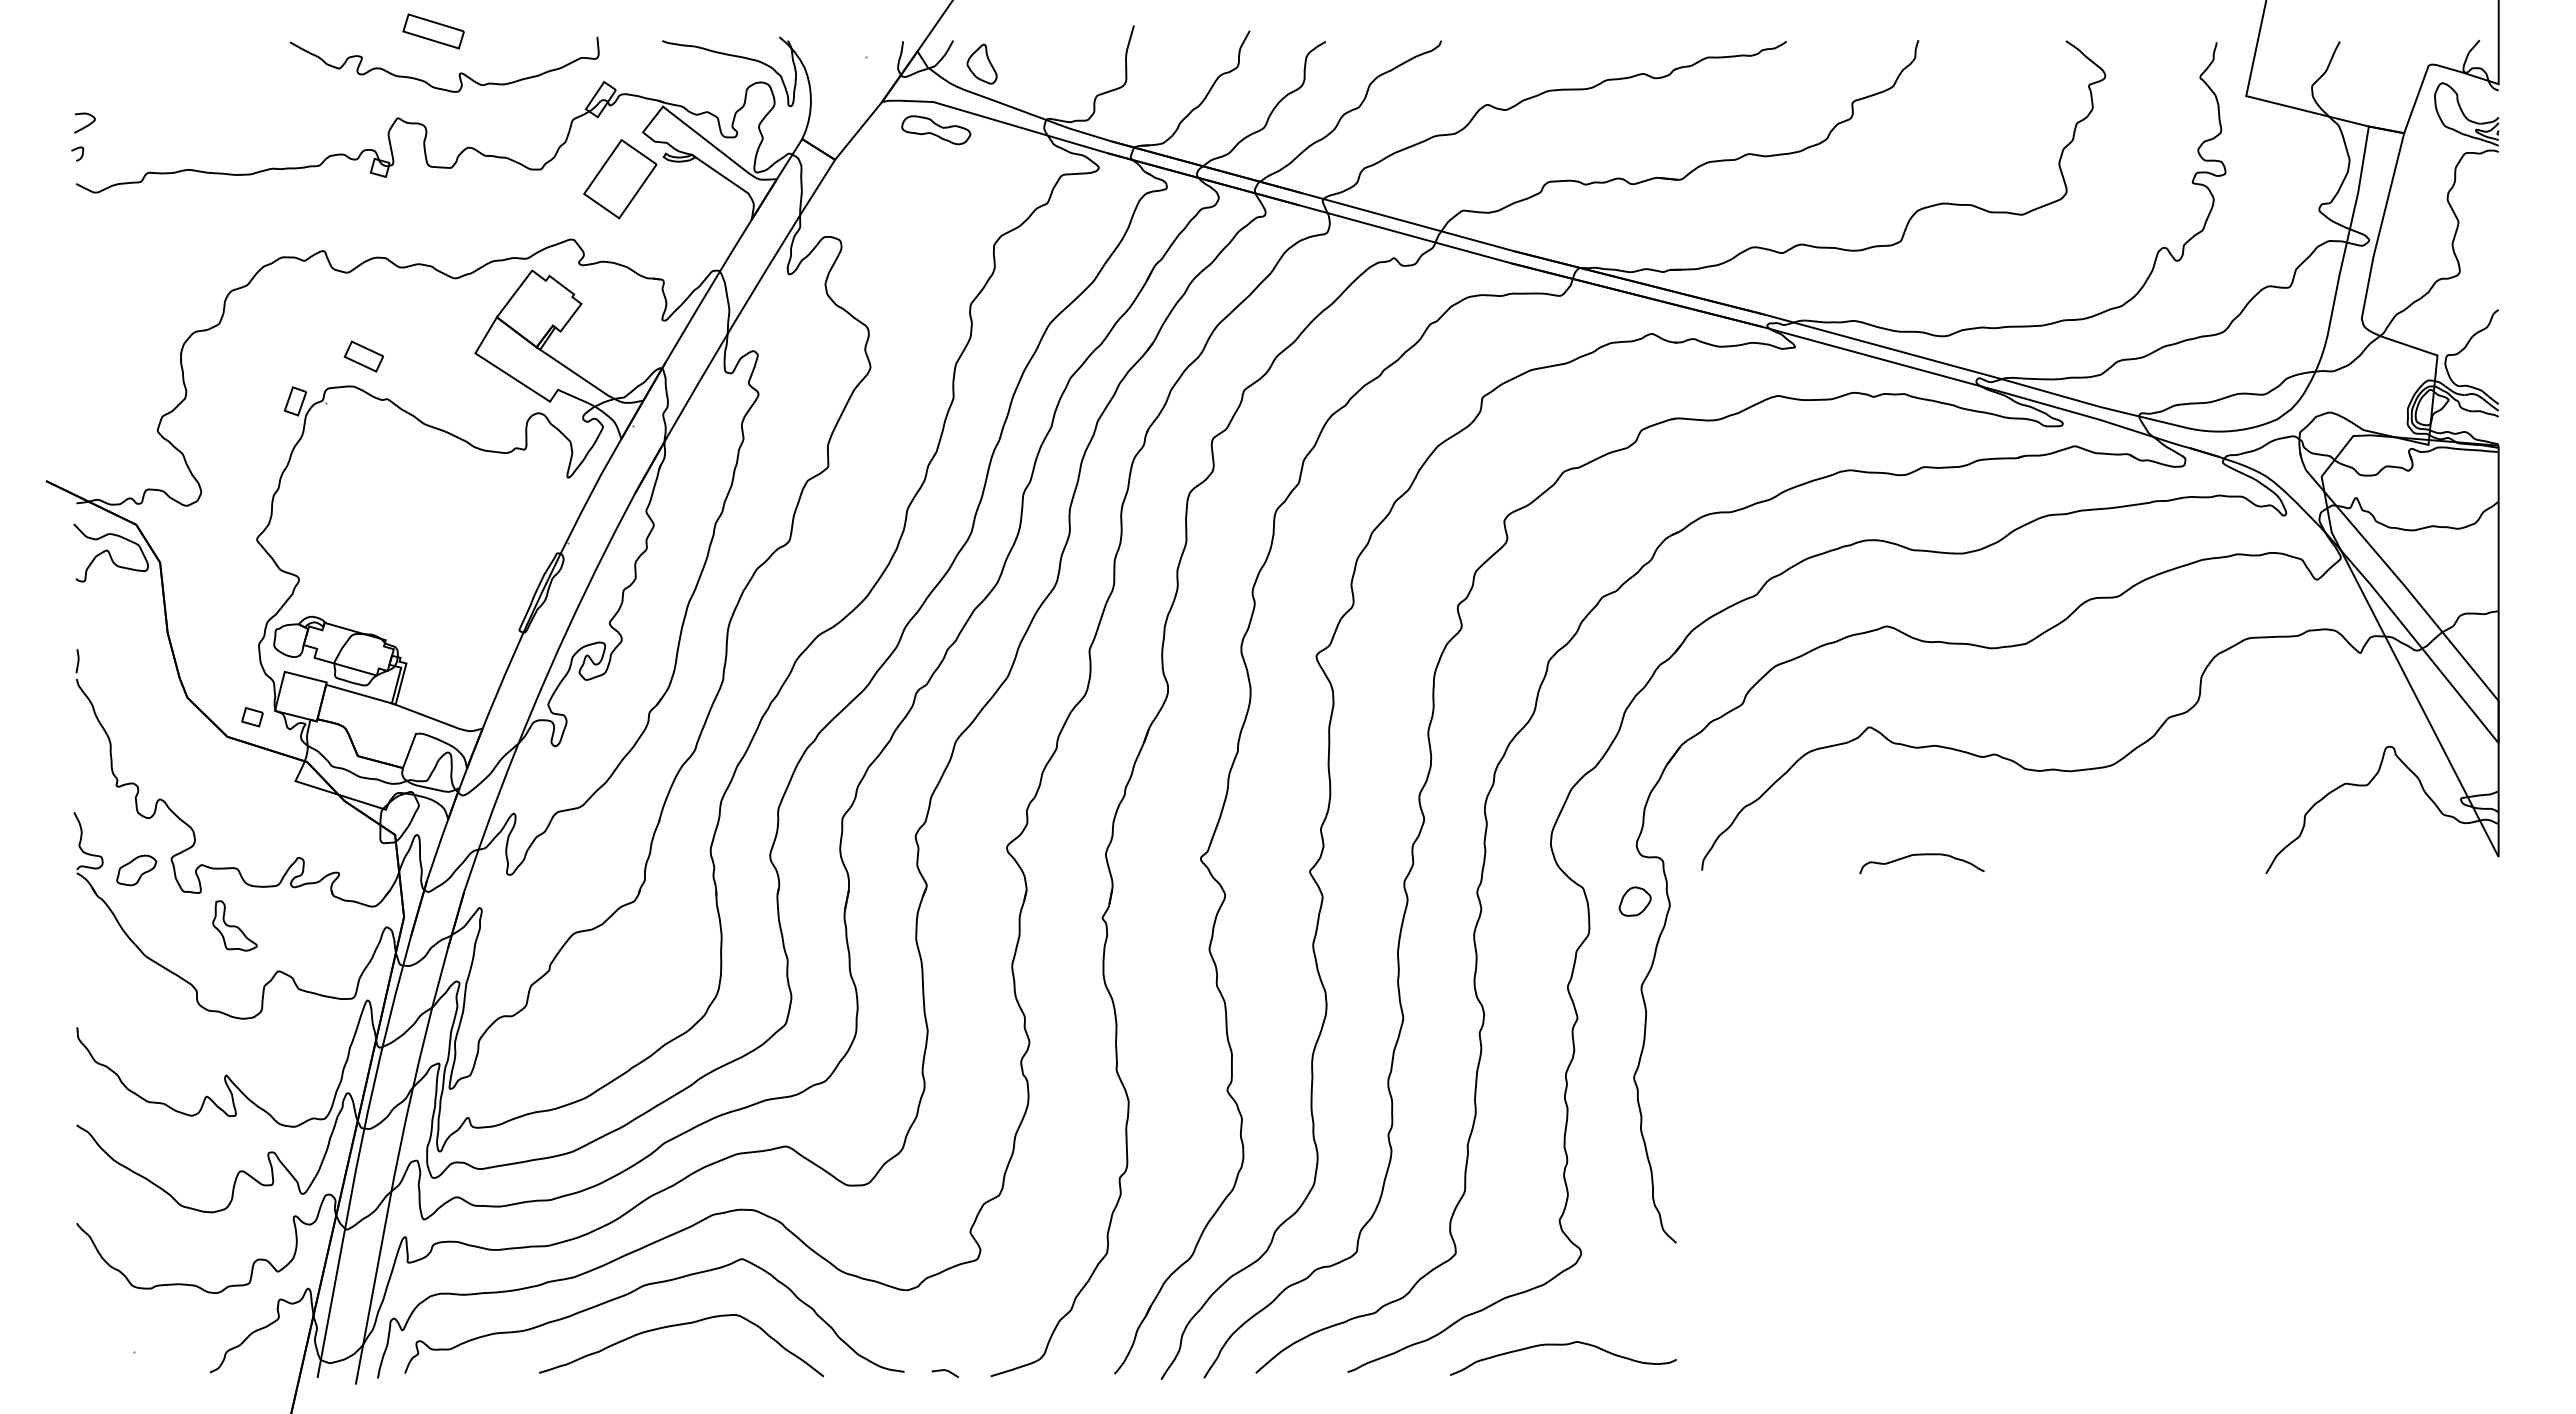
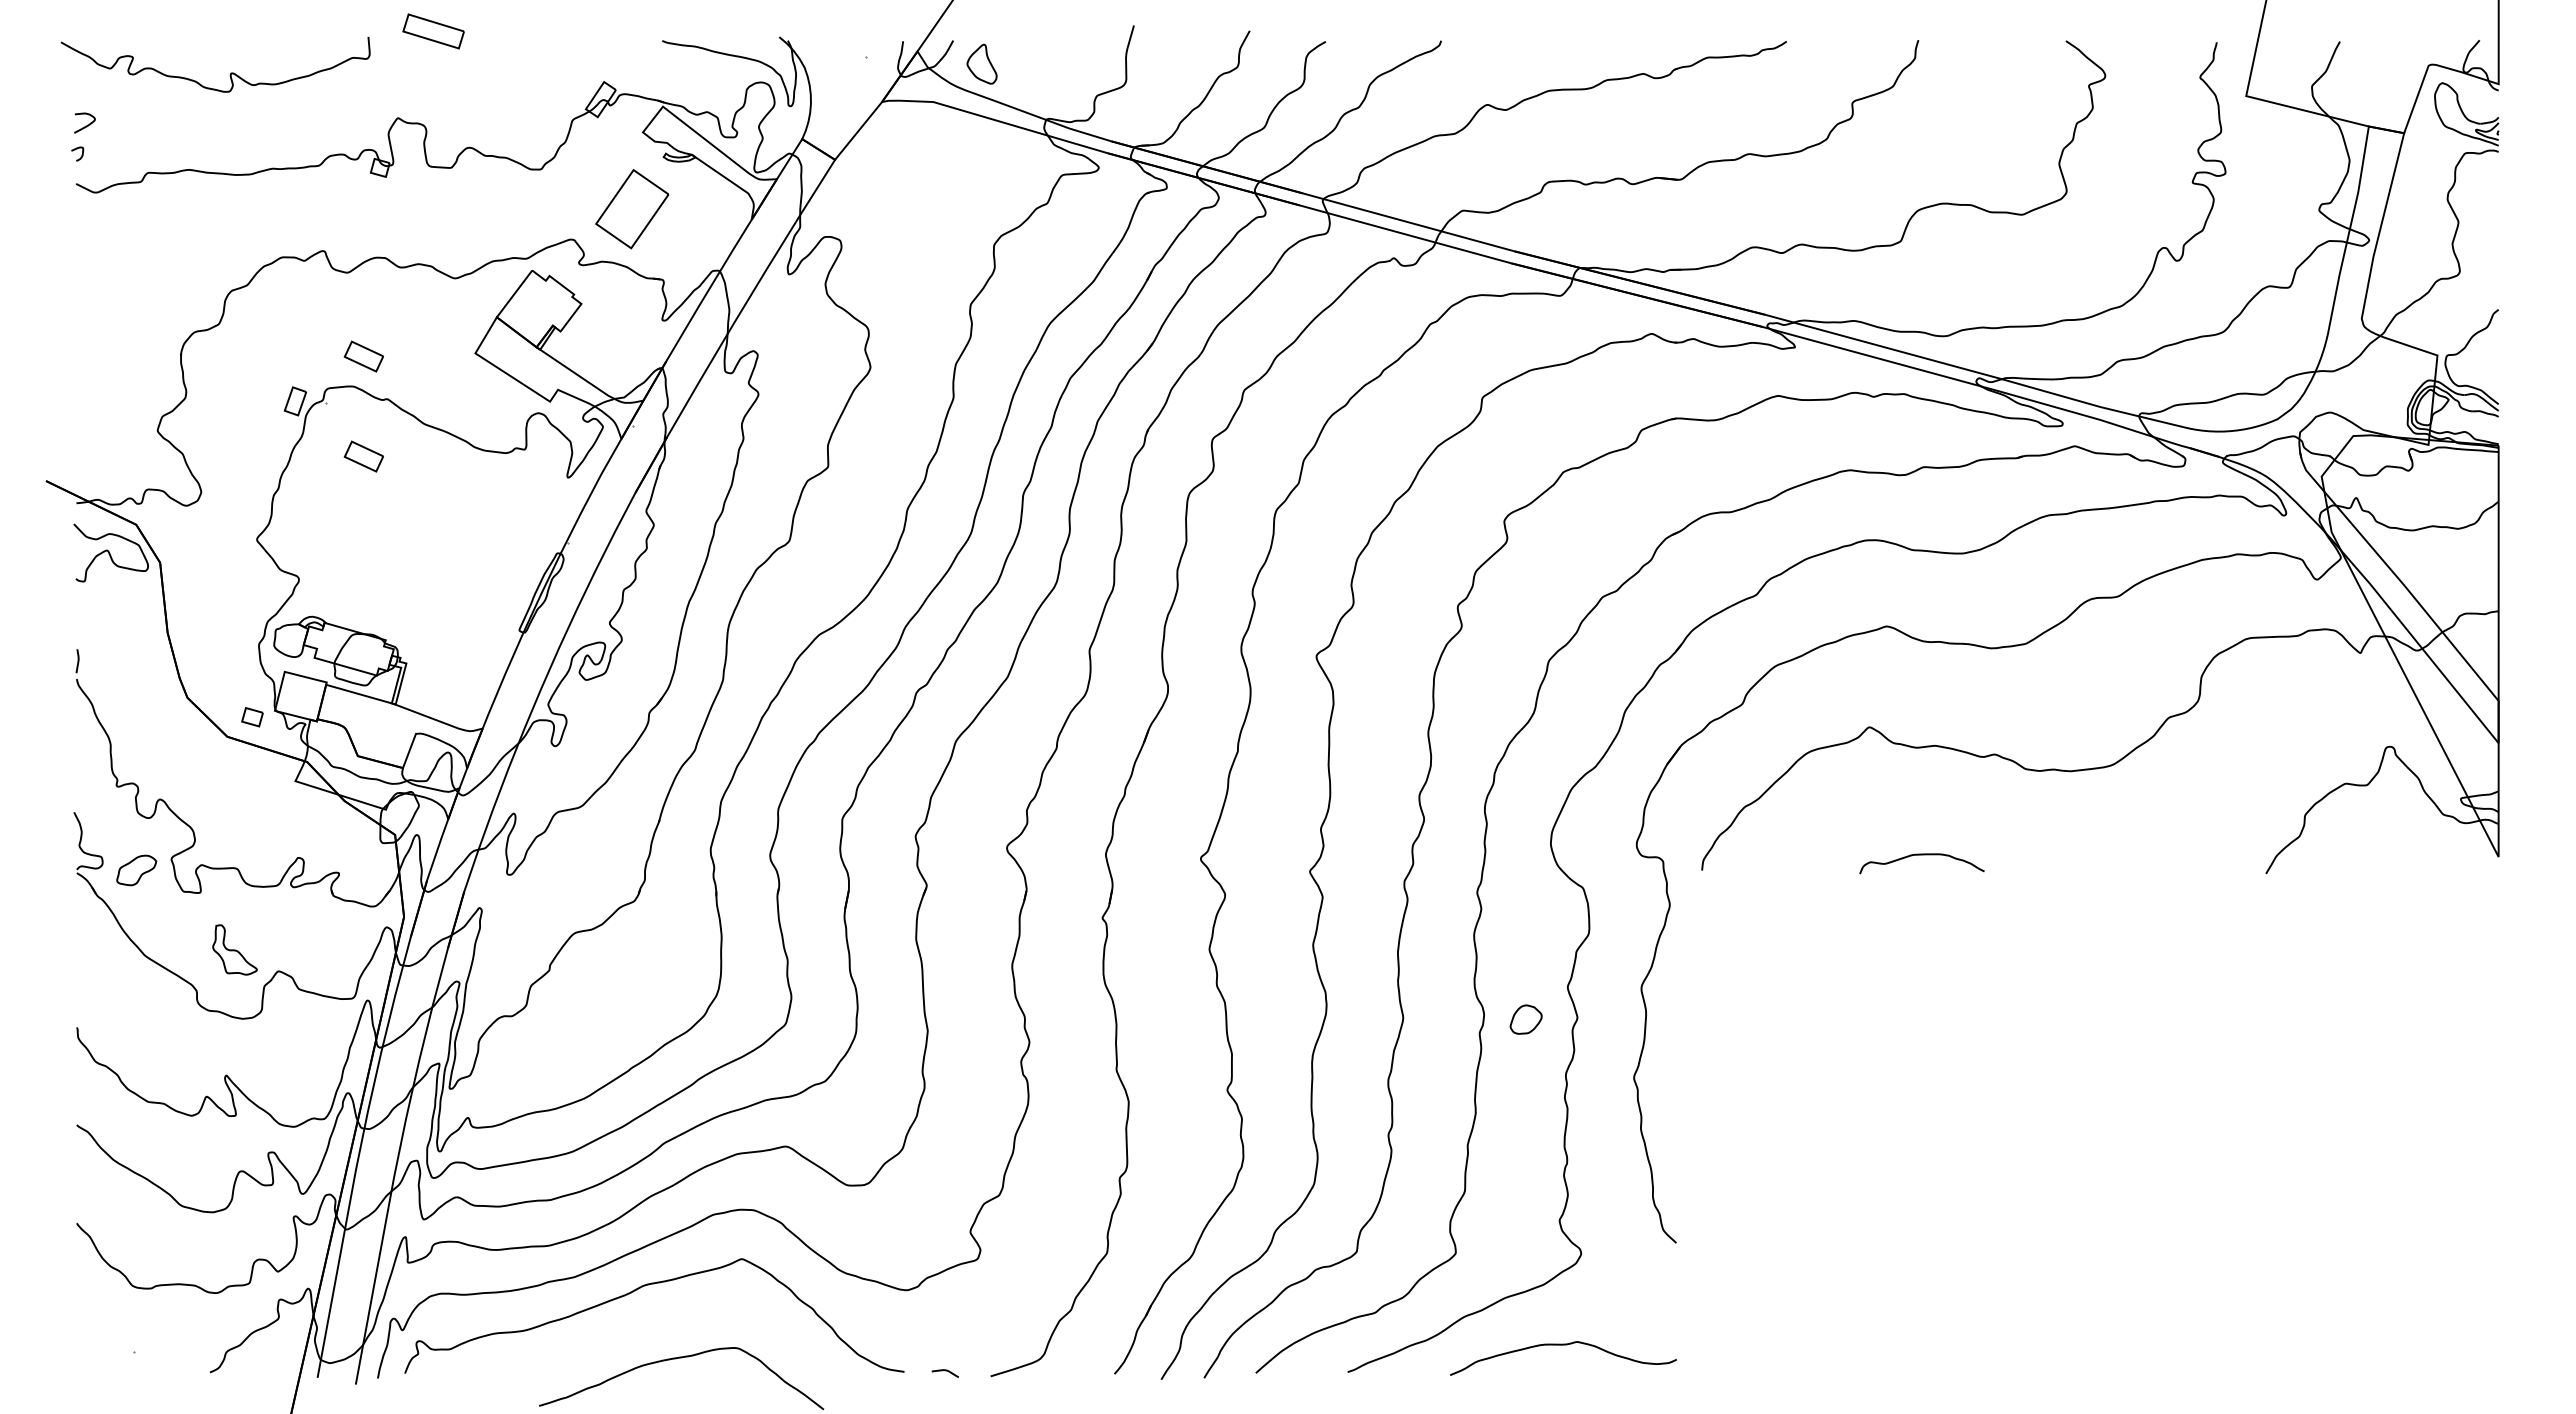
curve at (458, 74) position: (458, 74) -> (229, 74)
part at (936, 130): present -> none
part at (620, 179) position: (620, 179) -> (632, 209)
part at (363, 456): none -> present
part at (1634, 901) position: (1634, 901) -> (1525, 1019)
part at (234, 925) position: (234, 925) -> (234, 949)
curve at (676, 1326) position: (676, 1326) -> (676, 1359)
